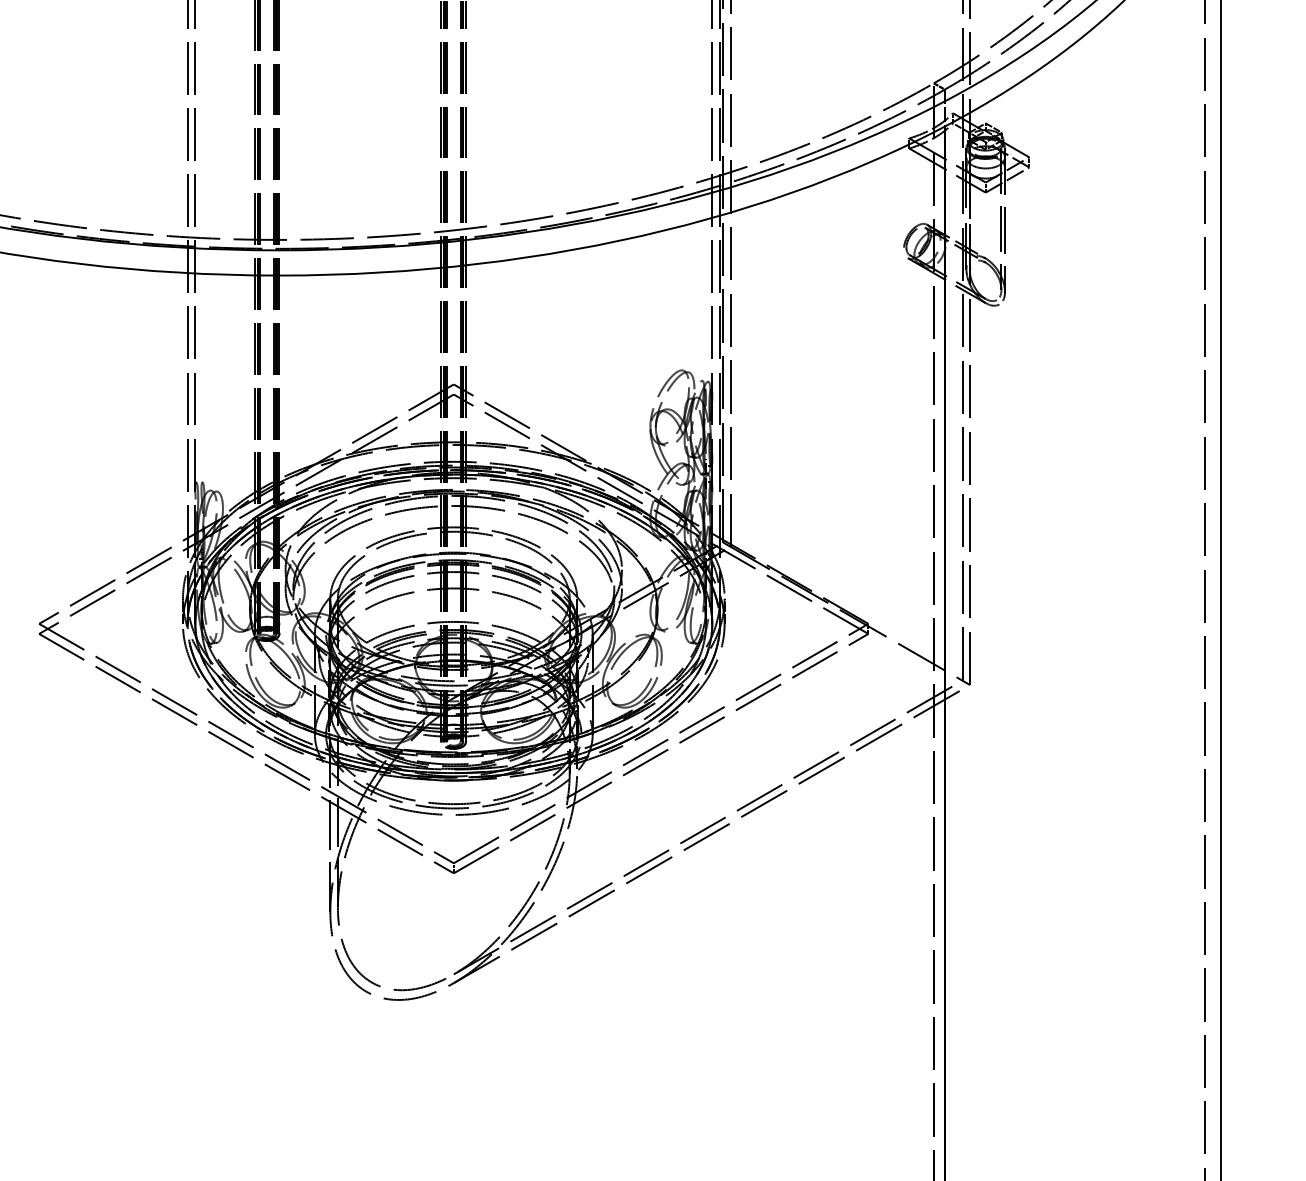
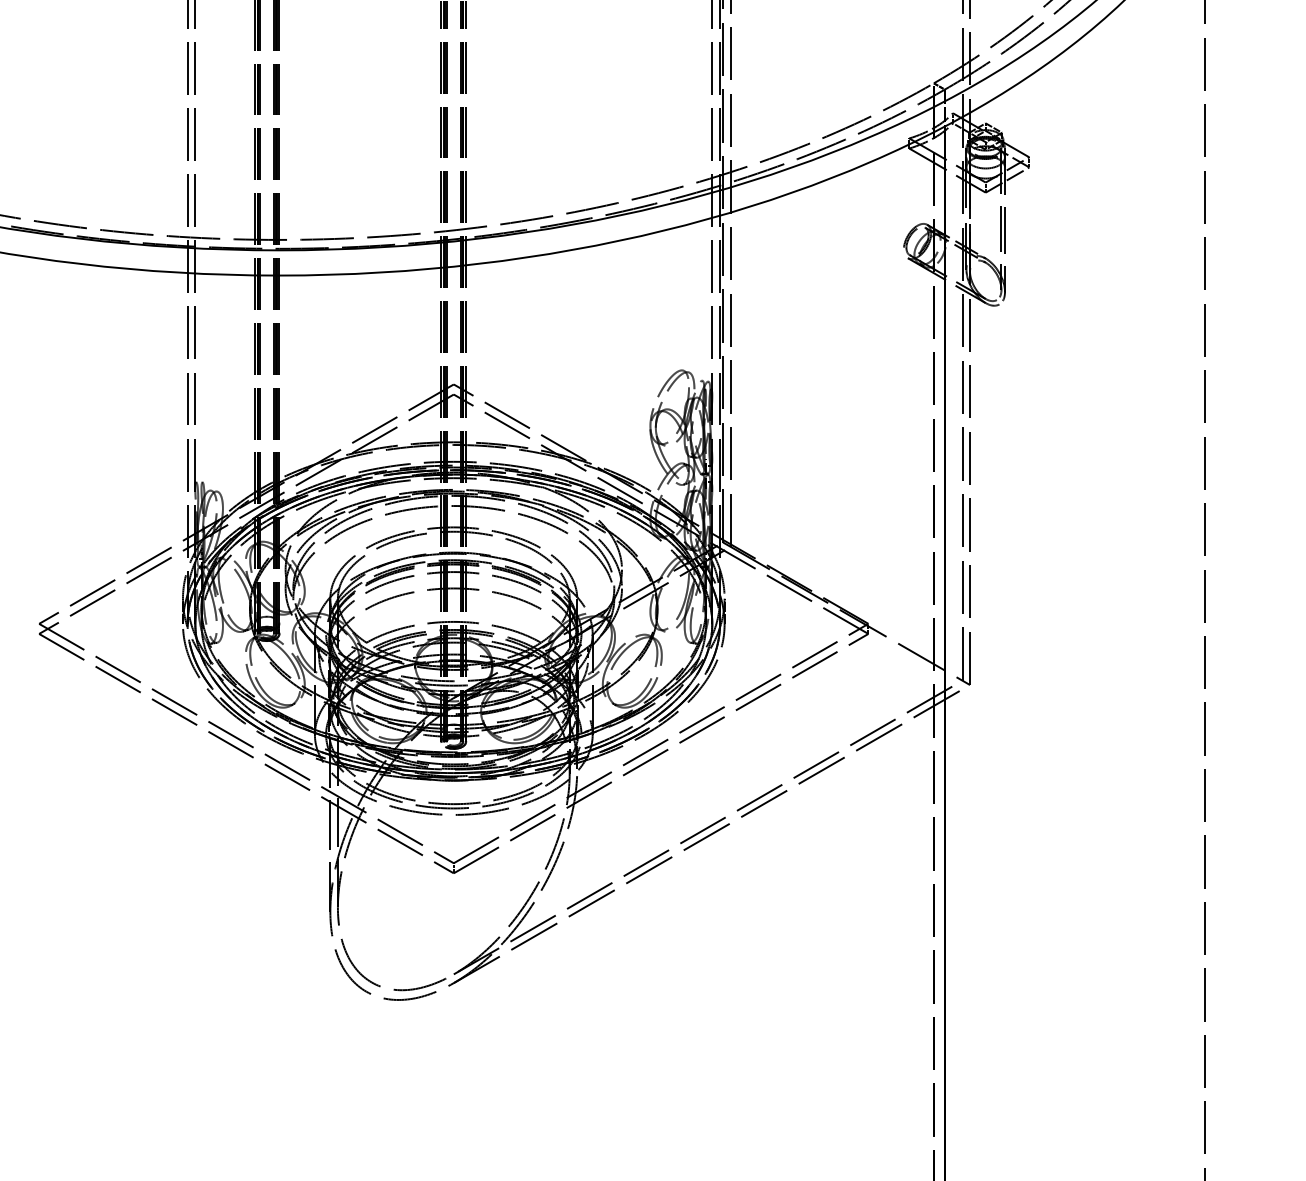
line at (1220, 589): present -> none
